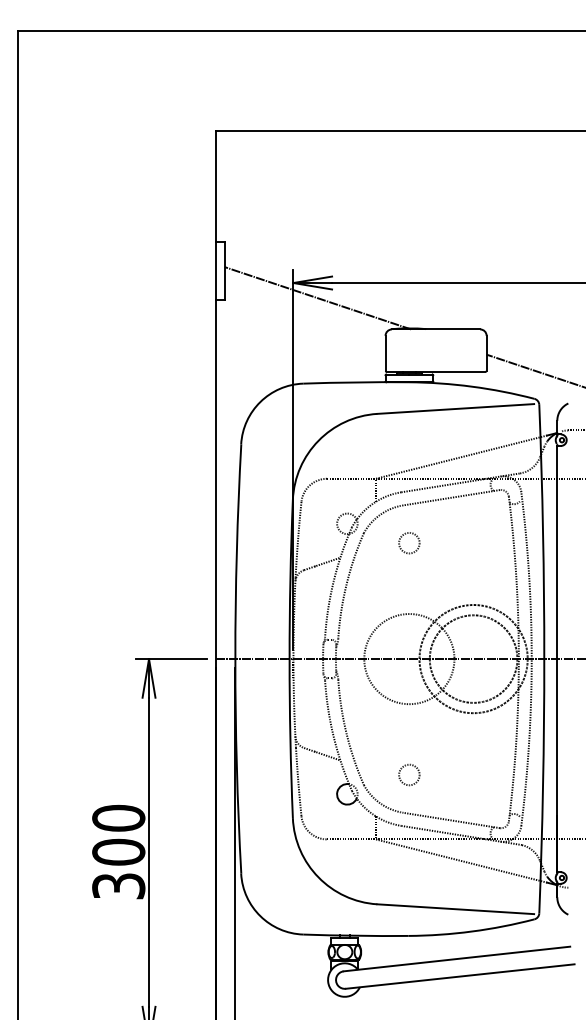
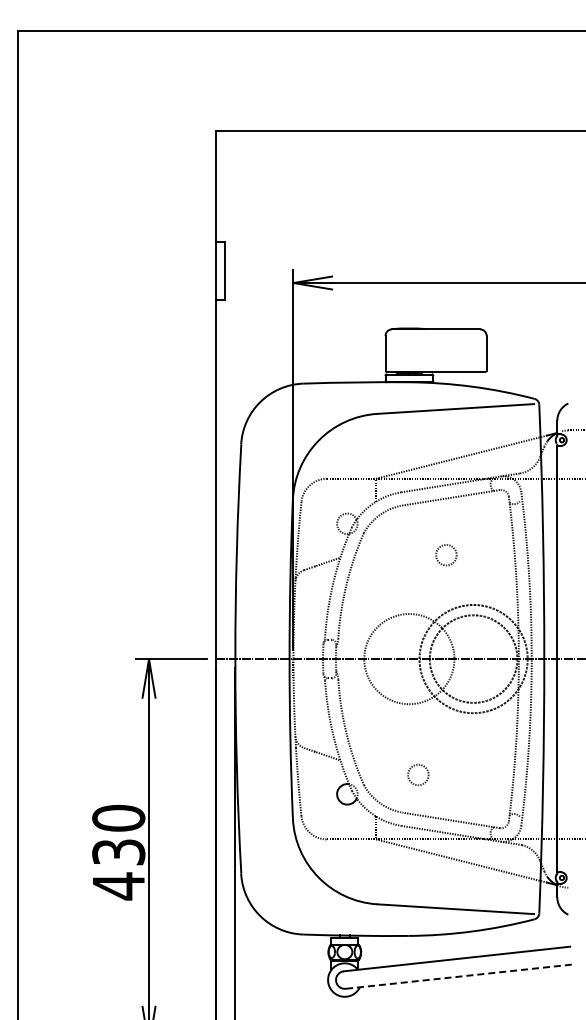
line at (317, 298): present -> none
line at (534, 370): present -> none
circle at (409, 543) position: (409, 543) -> (446, 555)
circle at (409, 774) position: (409, 774) -> (418, 774)
text at (118, 869): 300 -> 430
line at (460, 976): solid -> dashed
